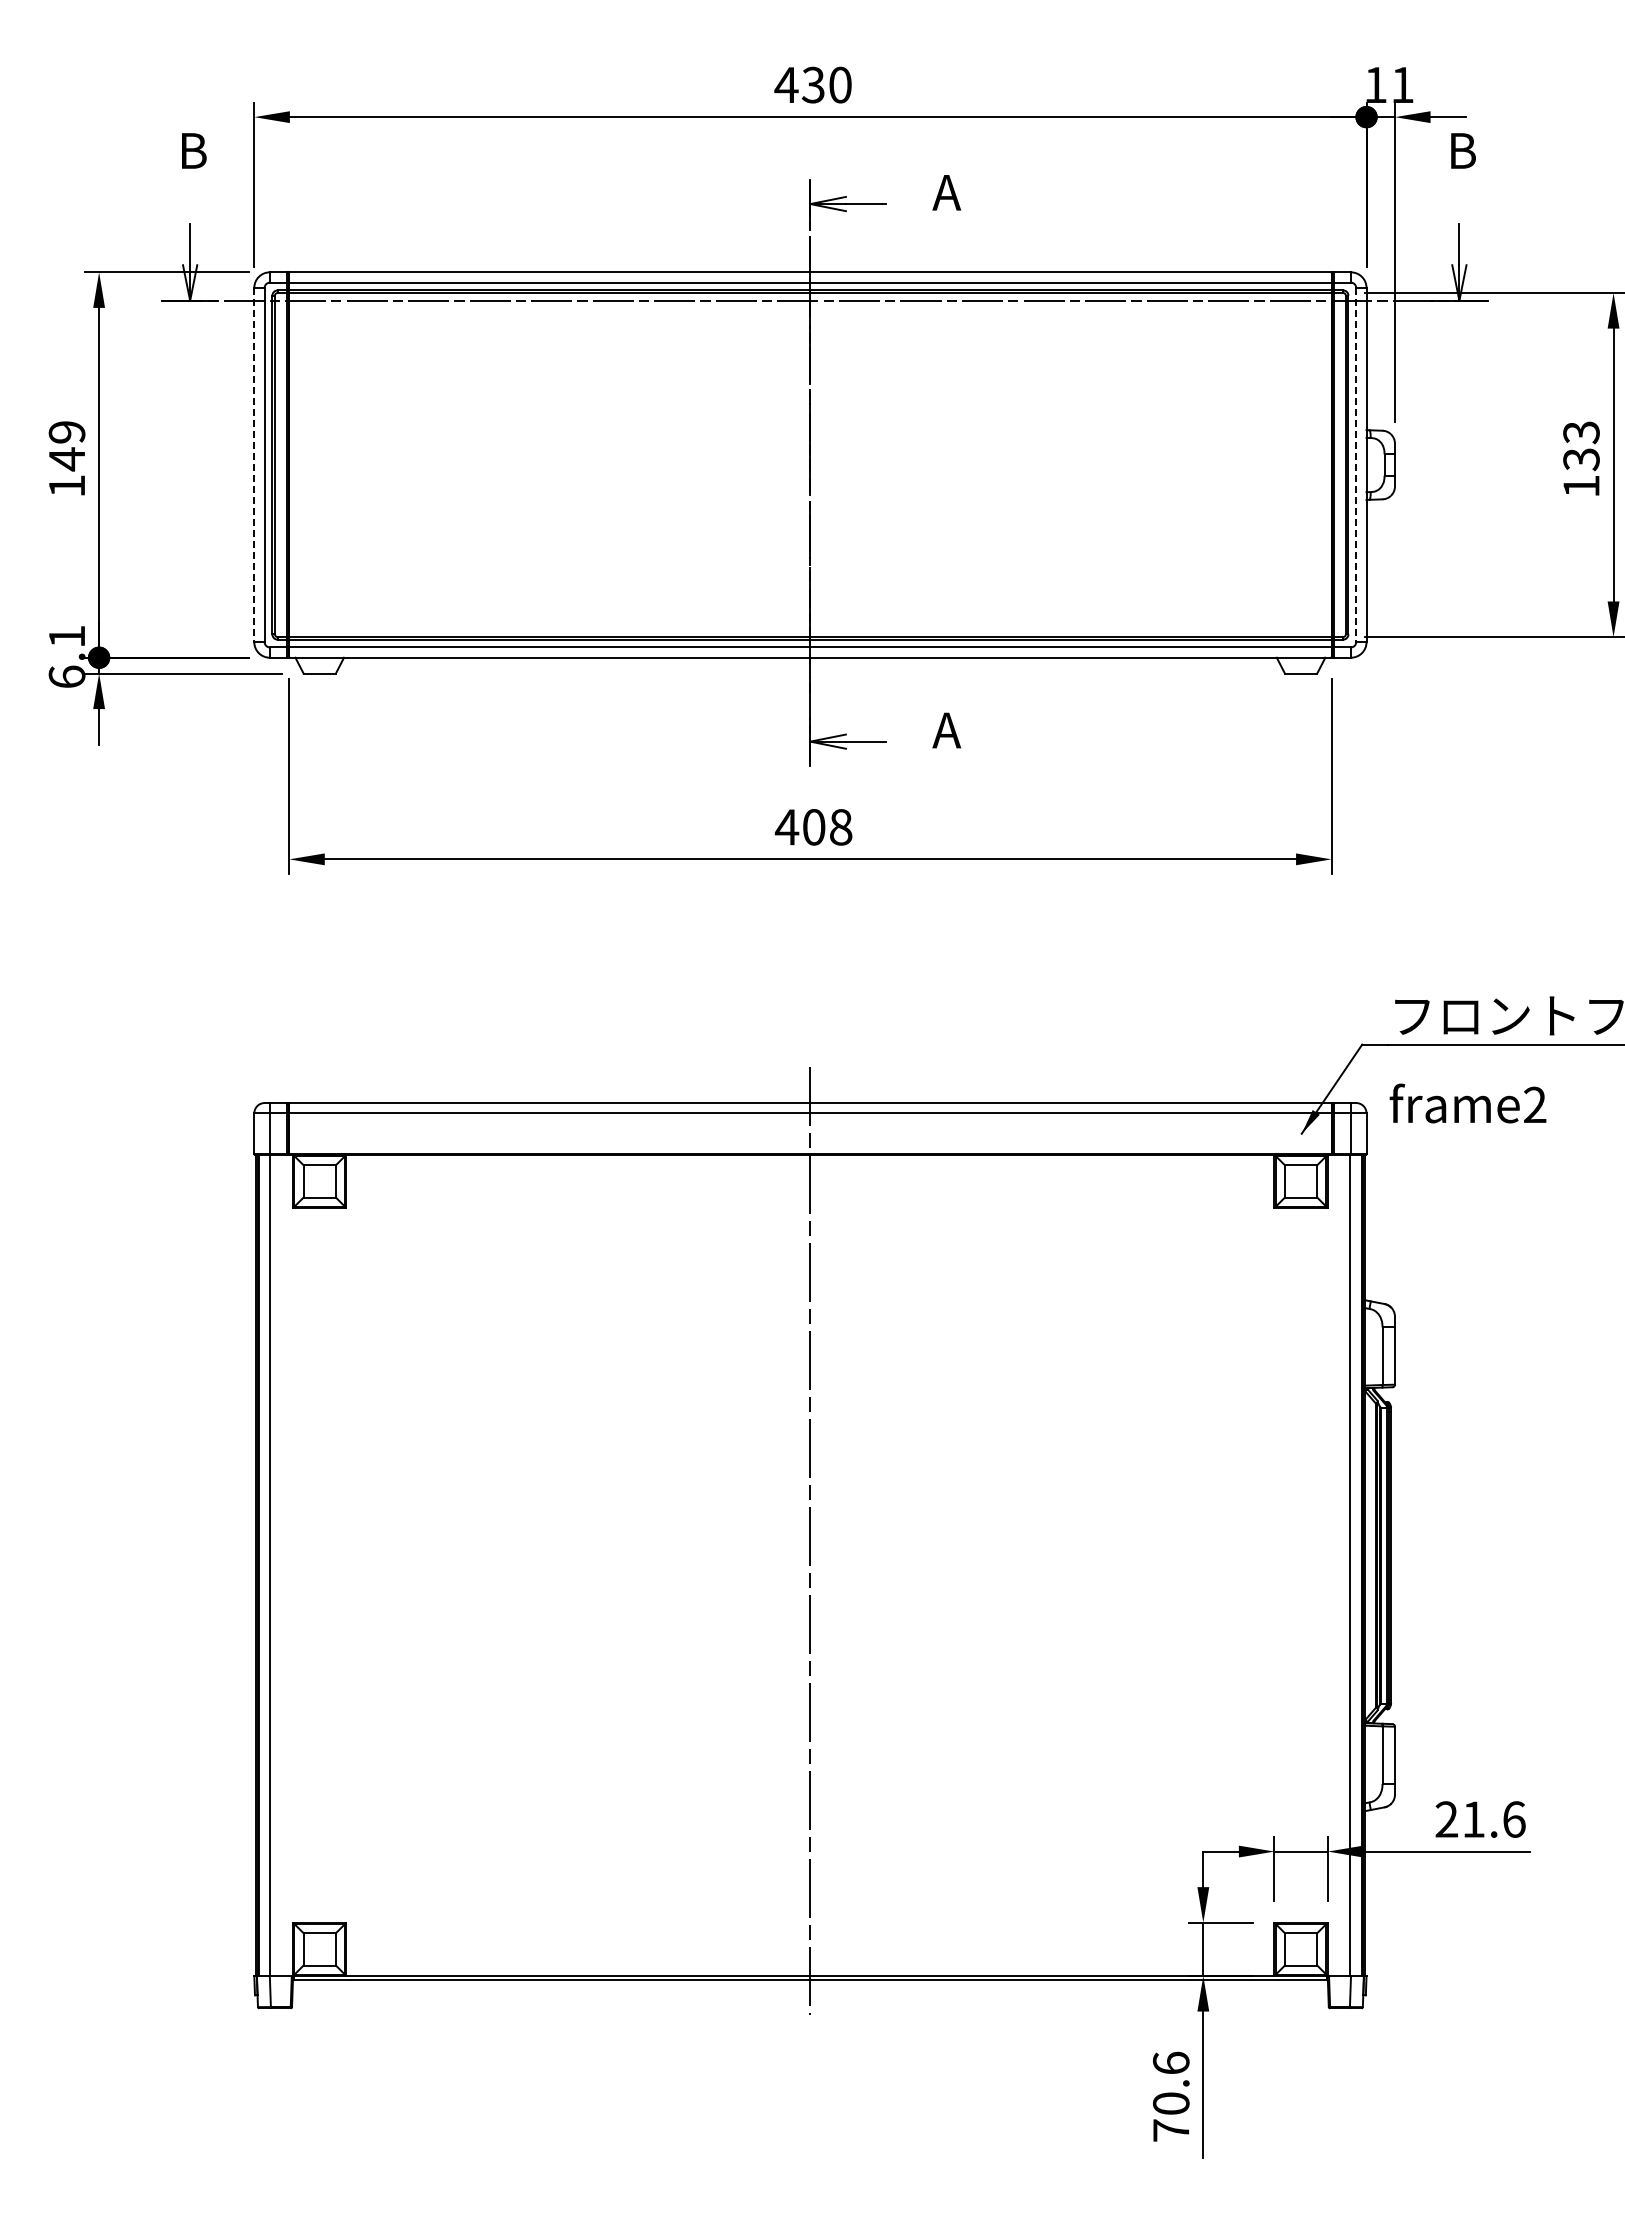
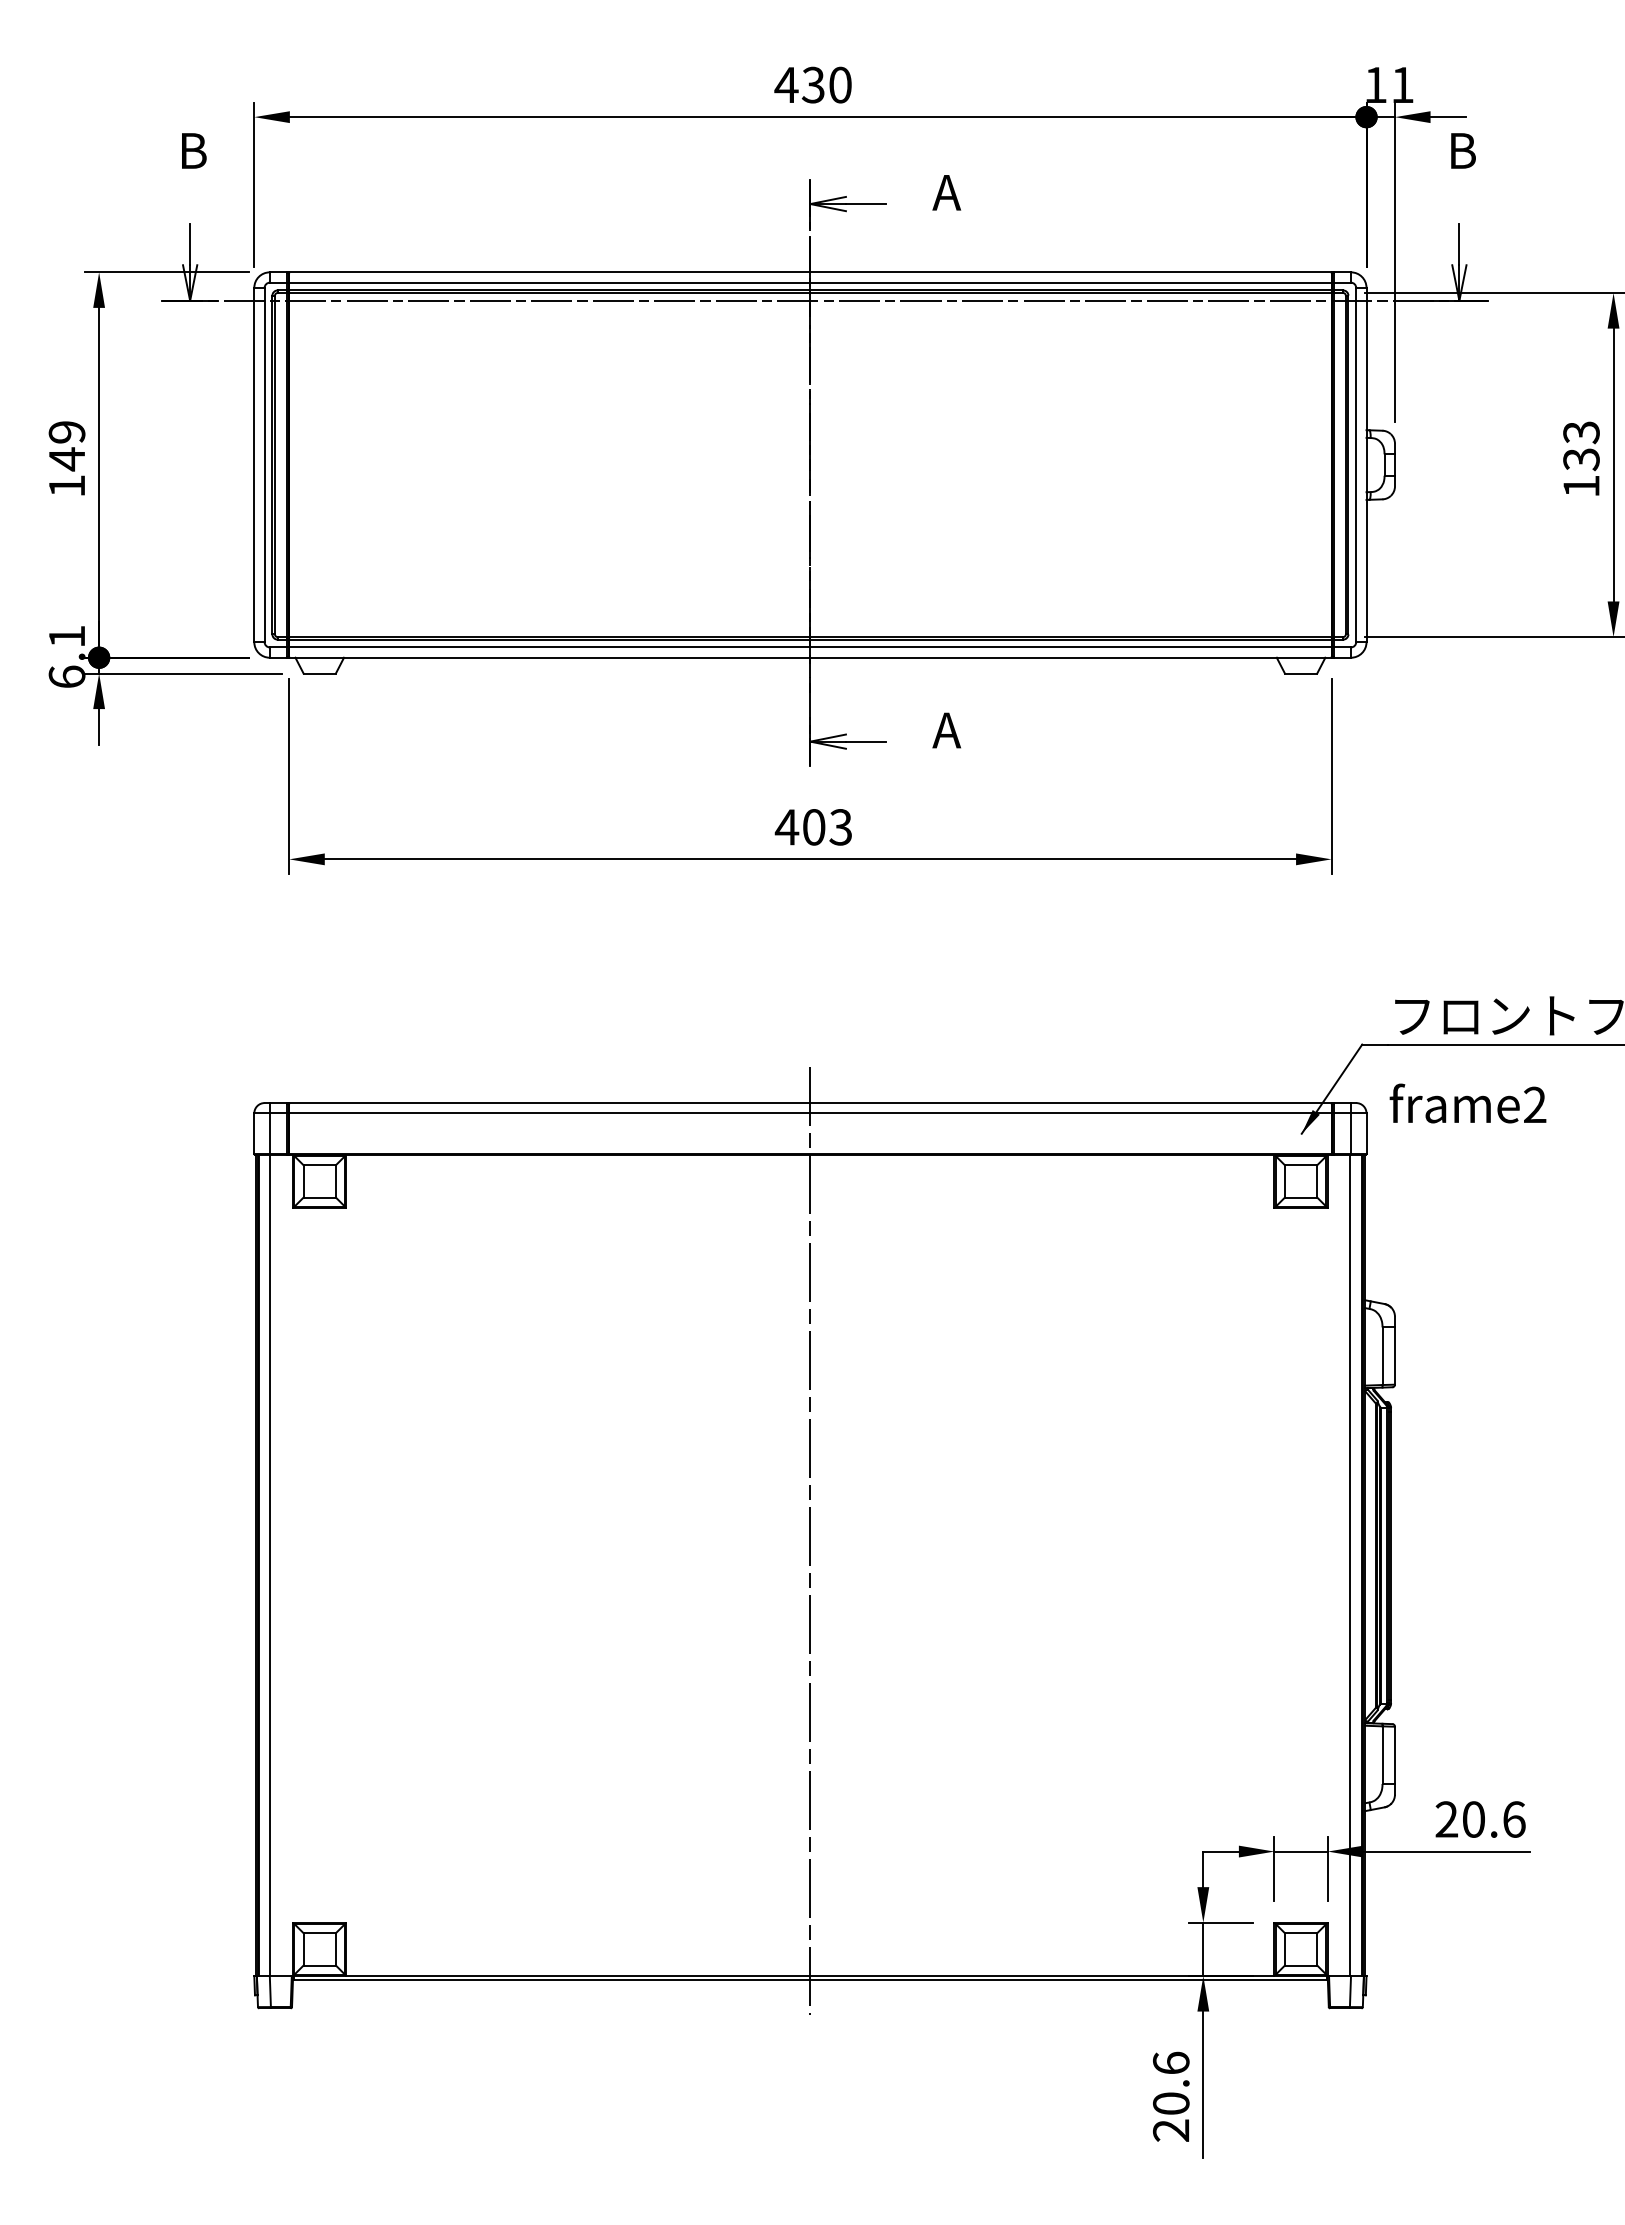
line at (254, 465): dashed -> solid
line at (1356, 465): dashed -> solid
text at (840, 827): 408 -> 403
text at (1473, 1819): 21.6 -> 20.6
text at (1171, 2130): 70.6 -> 20.6
